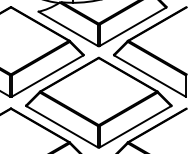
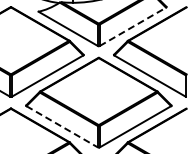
line at (133, 26): solid -> dashed
line at (62, 127): solid -> dashed
